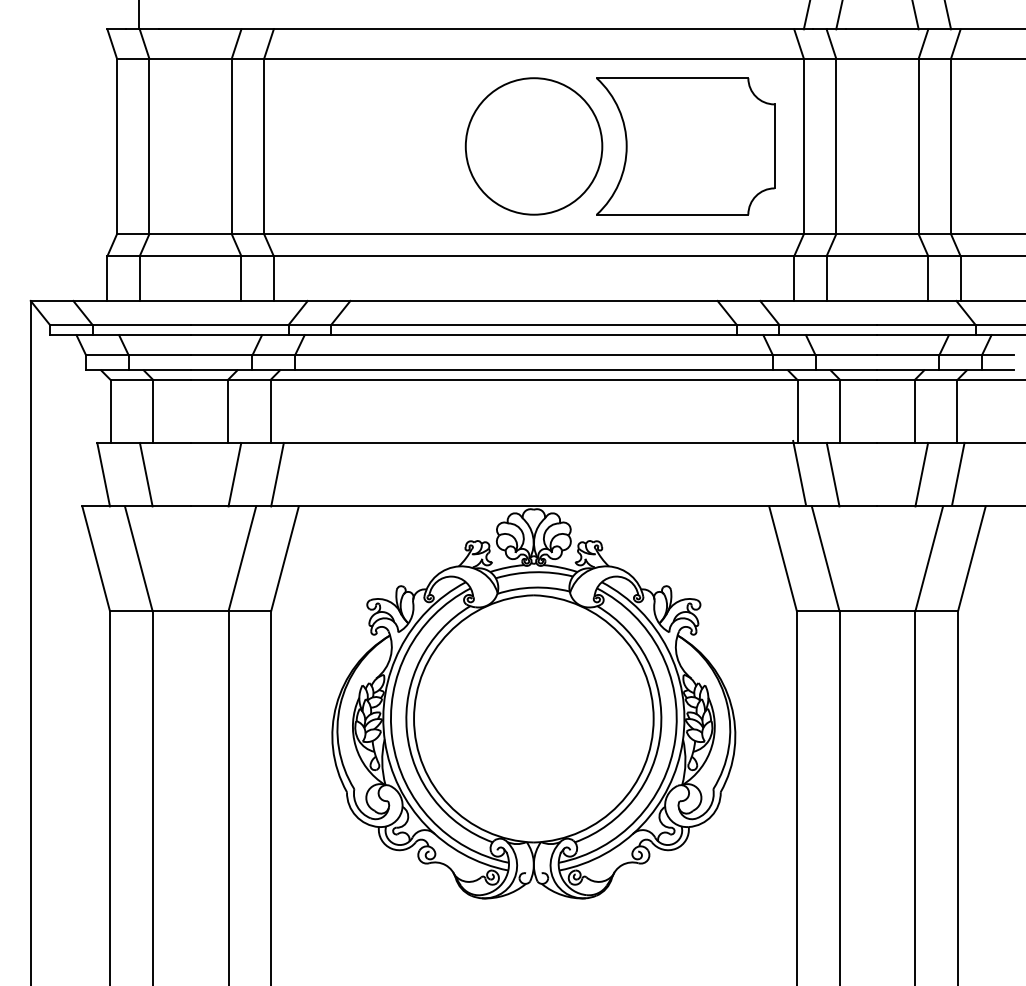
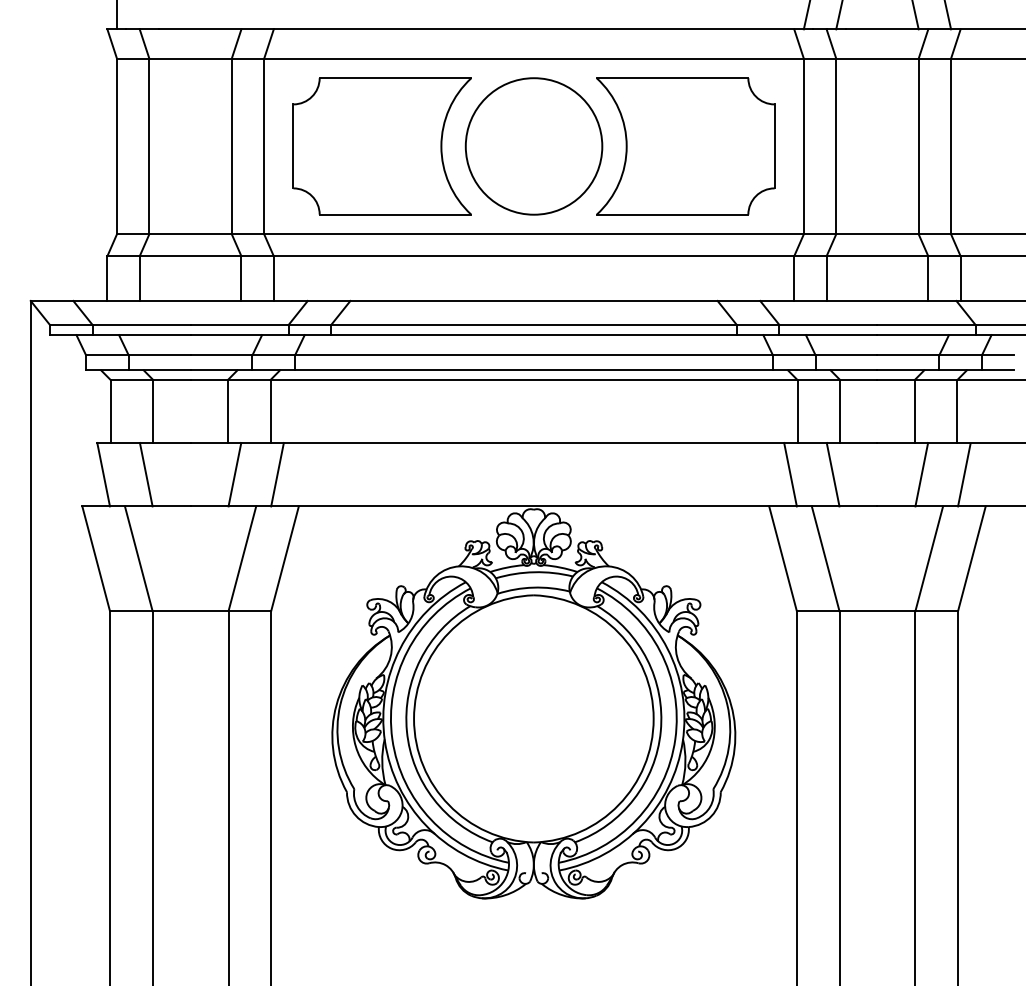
line at (138, 15) position: (138, 15) -> (116, 15)
part at (381, 146): none -> present
line at (799, 472) position: (799, 472) -> (790, 474)
line at (958, 473) position: (958, 473) -> (964, 474)
